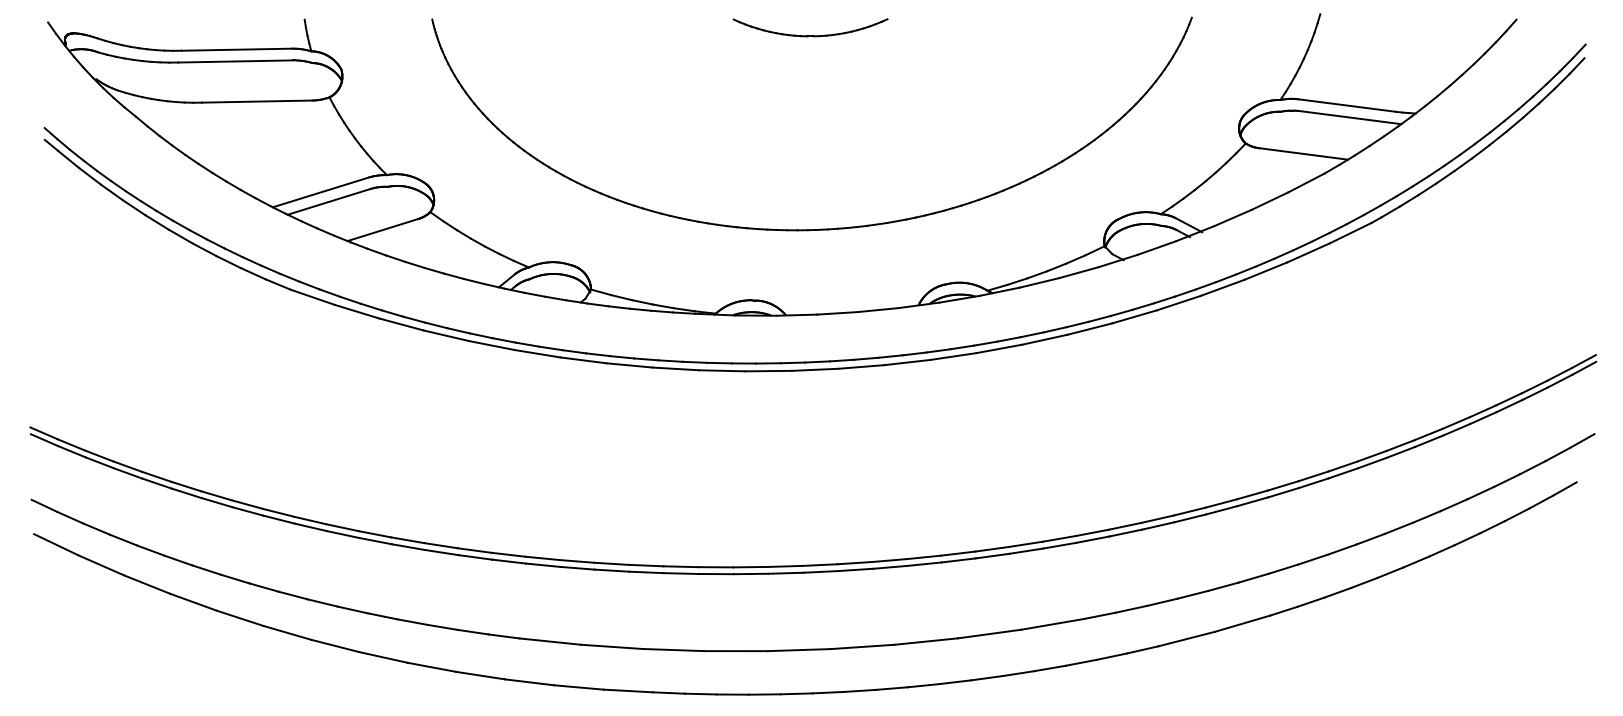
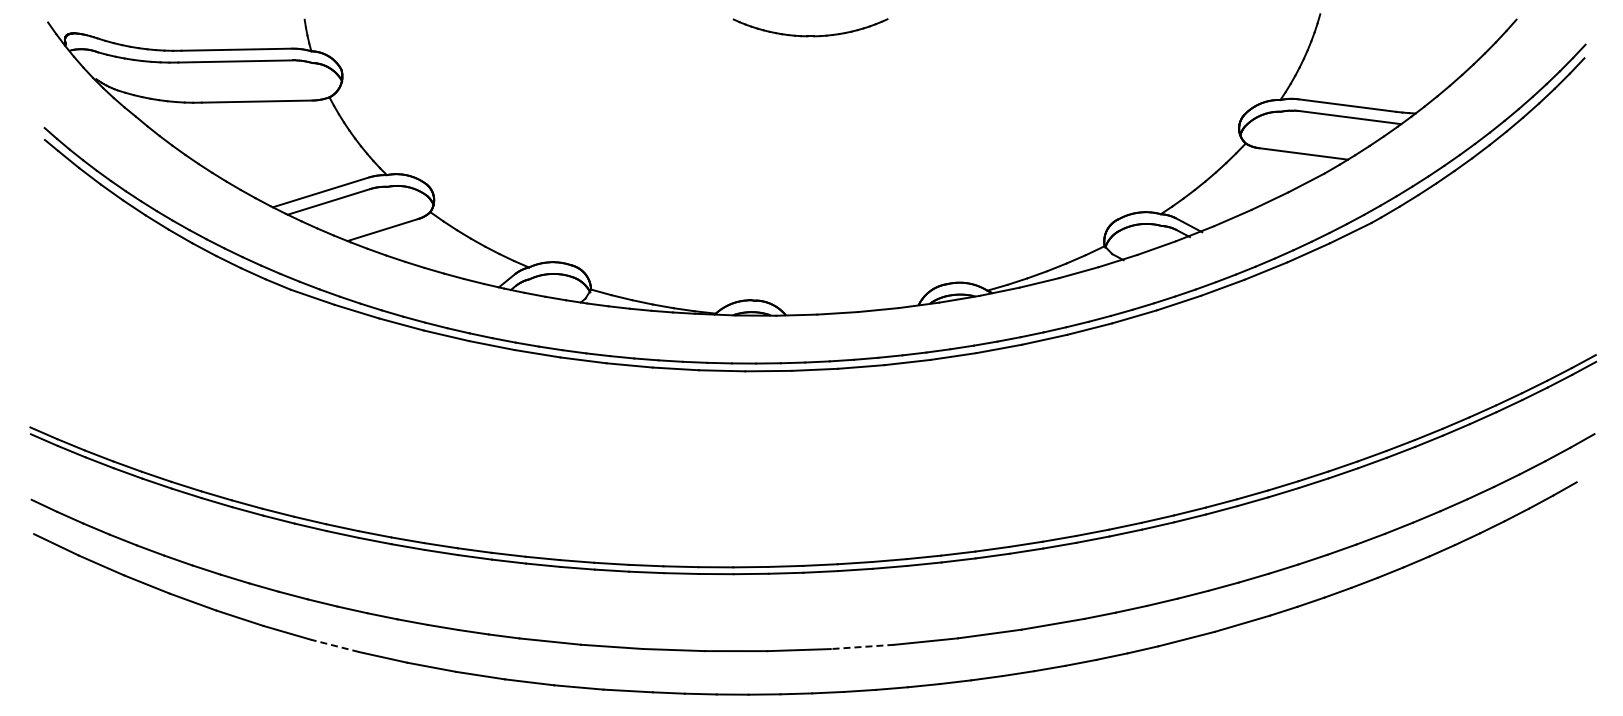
part at (819, 228): present -> none
line at (335, 645): solid -> dashed
line at (862, 646): solid -> dashed
